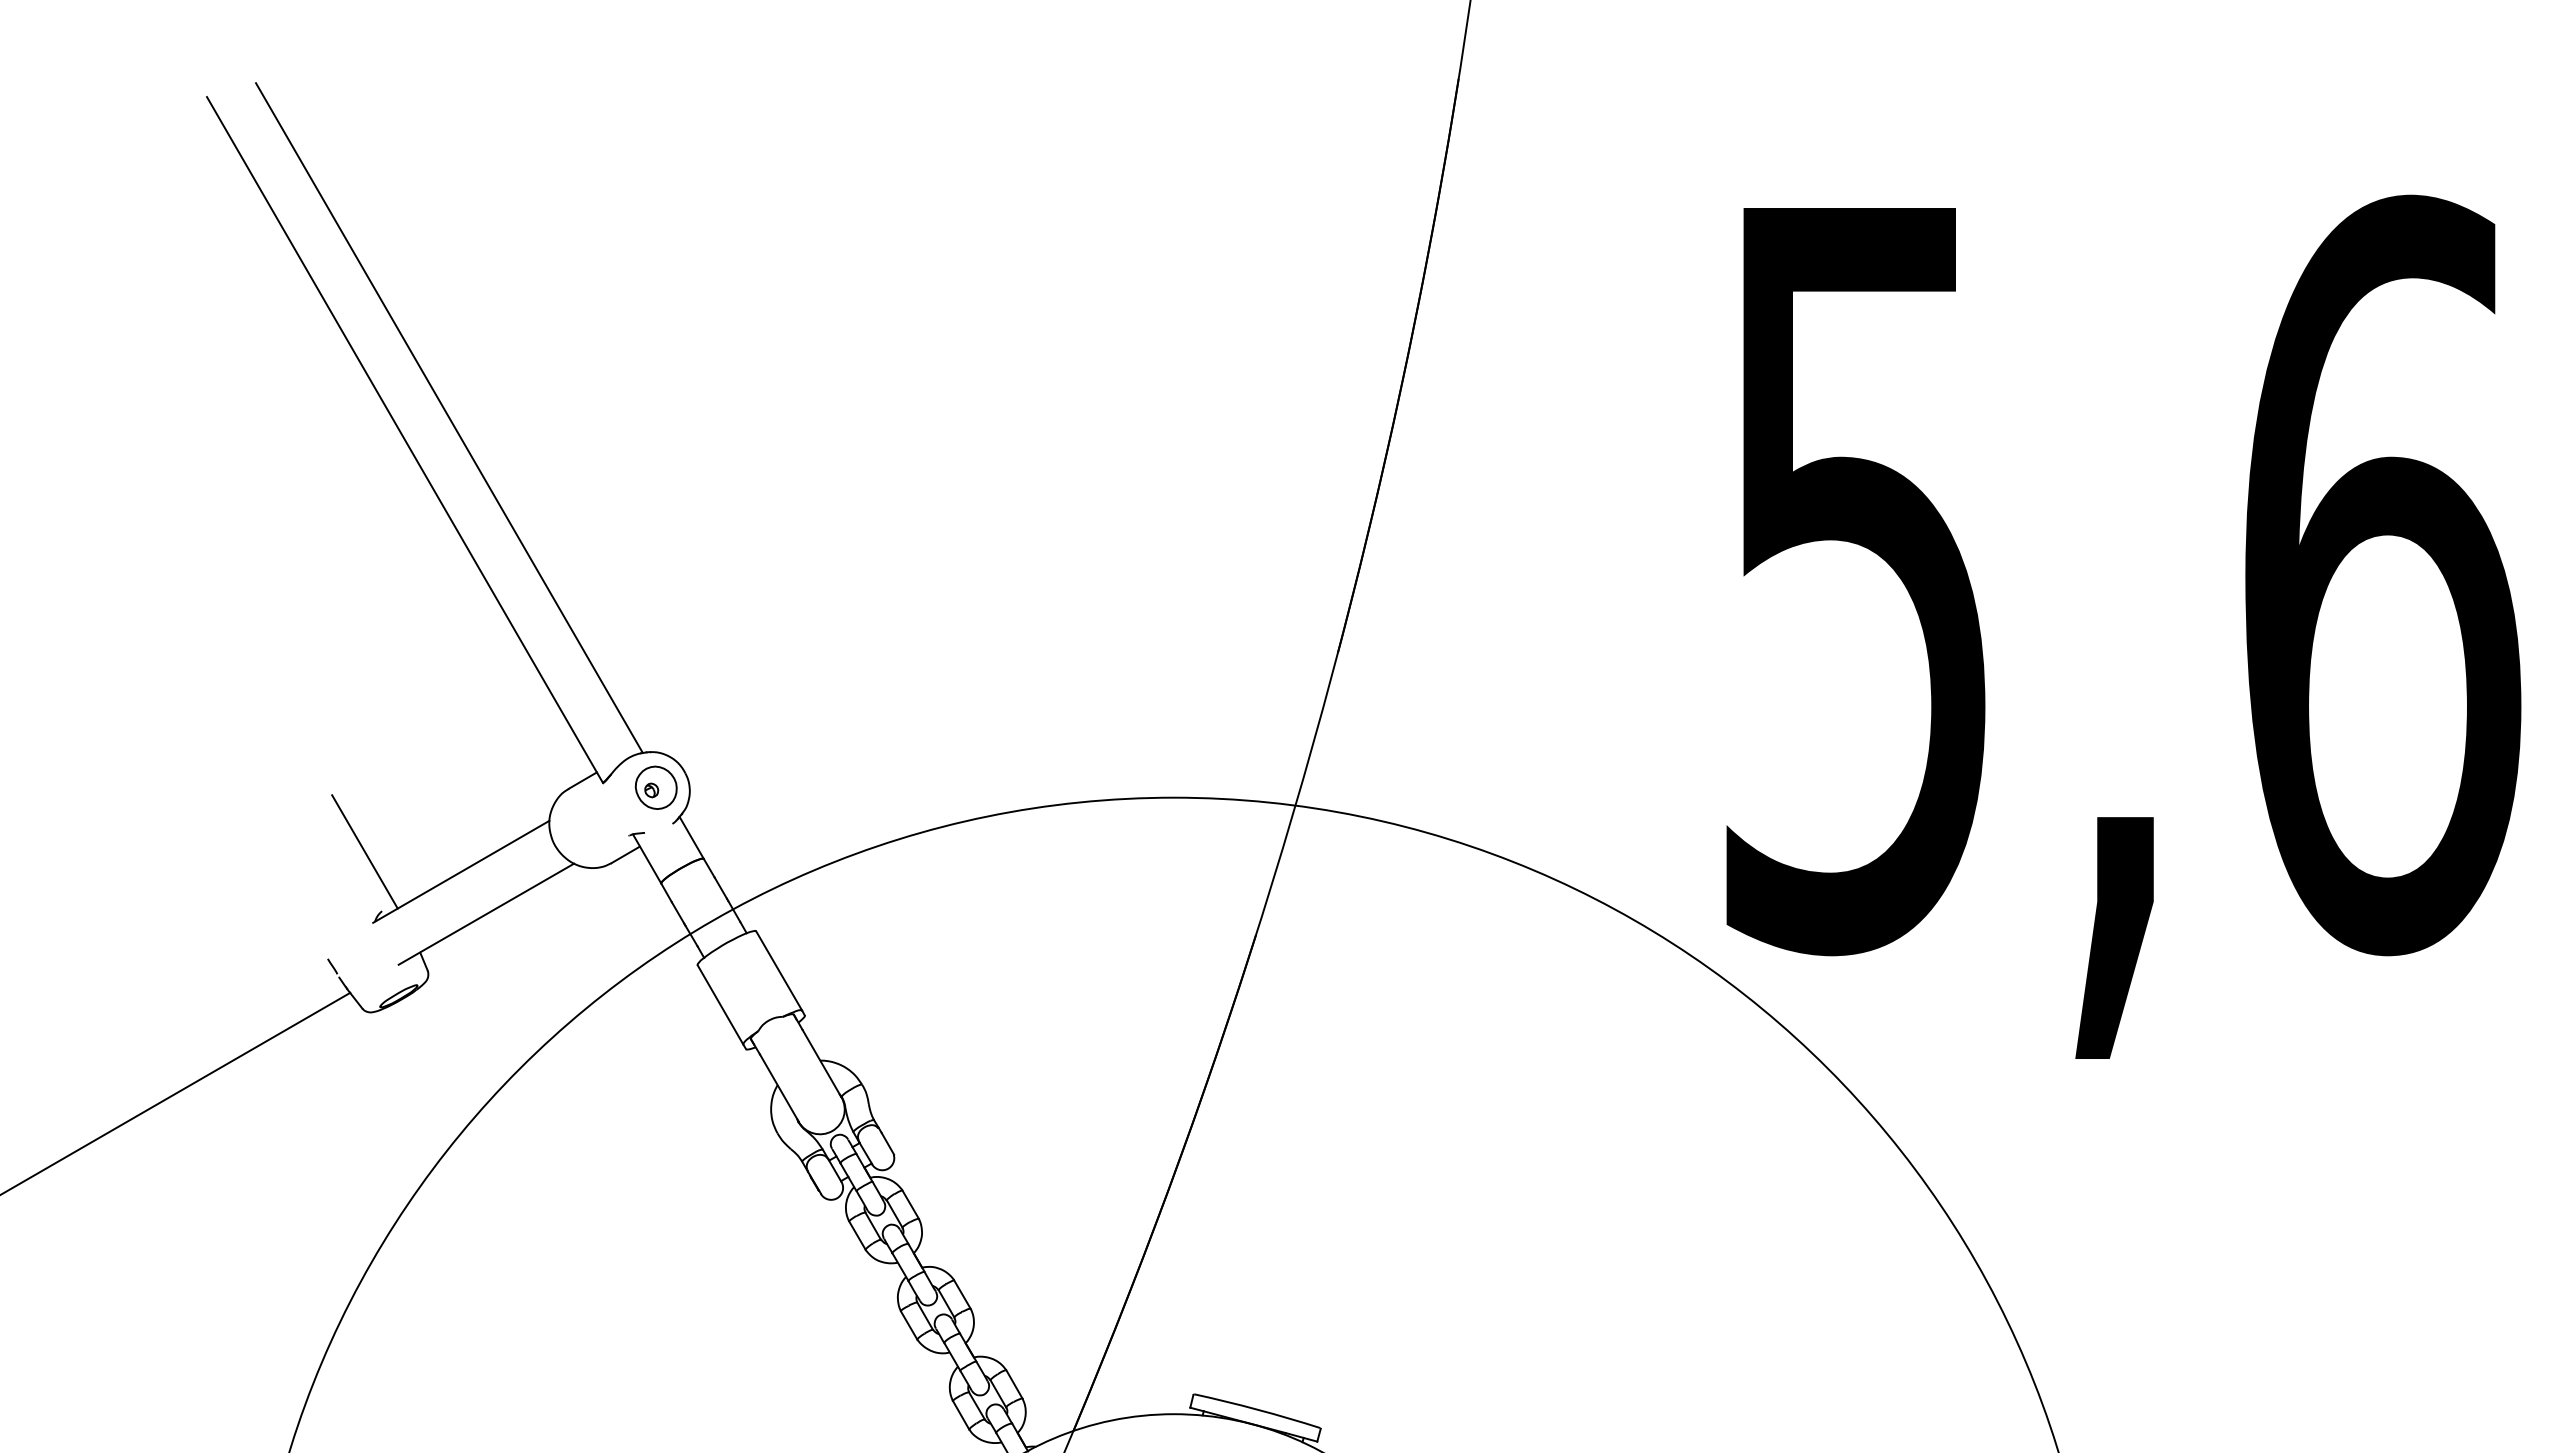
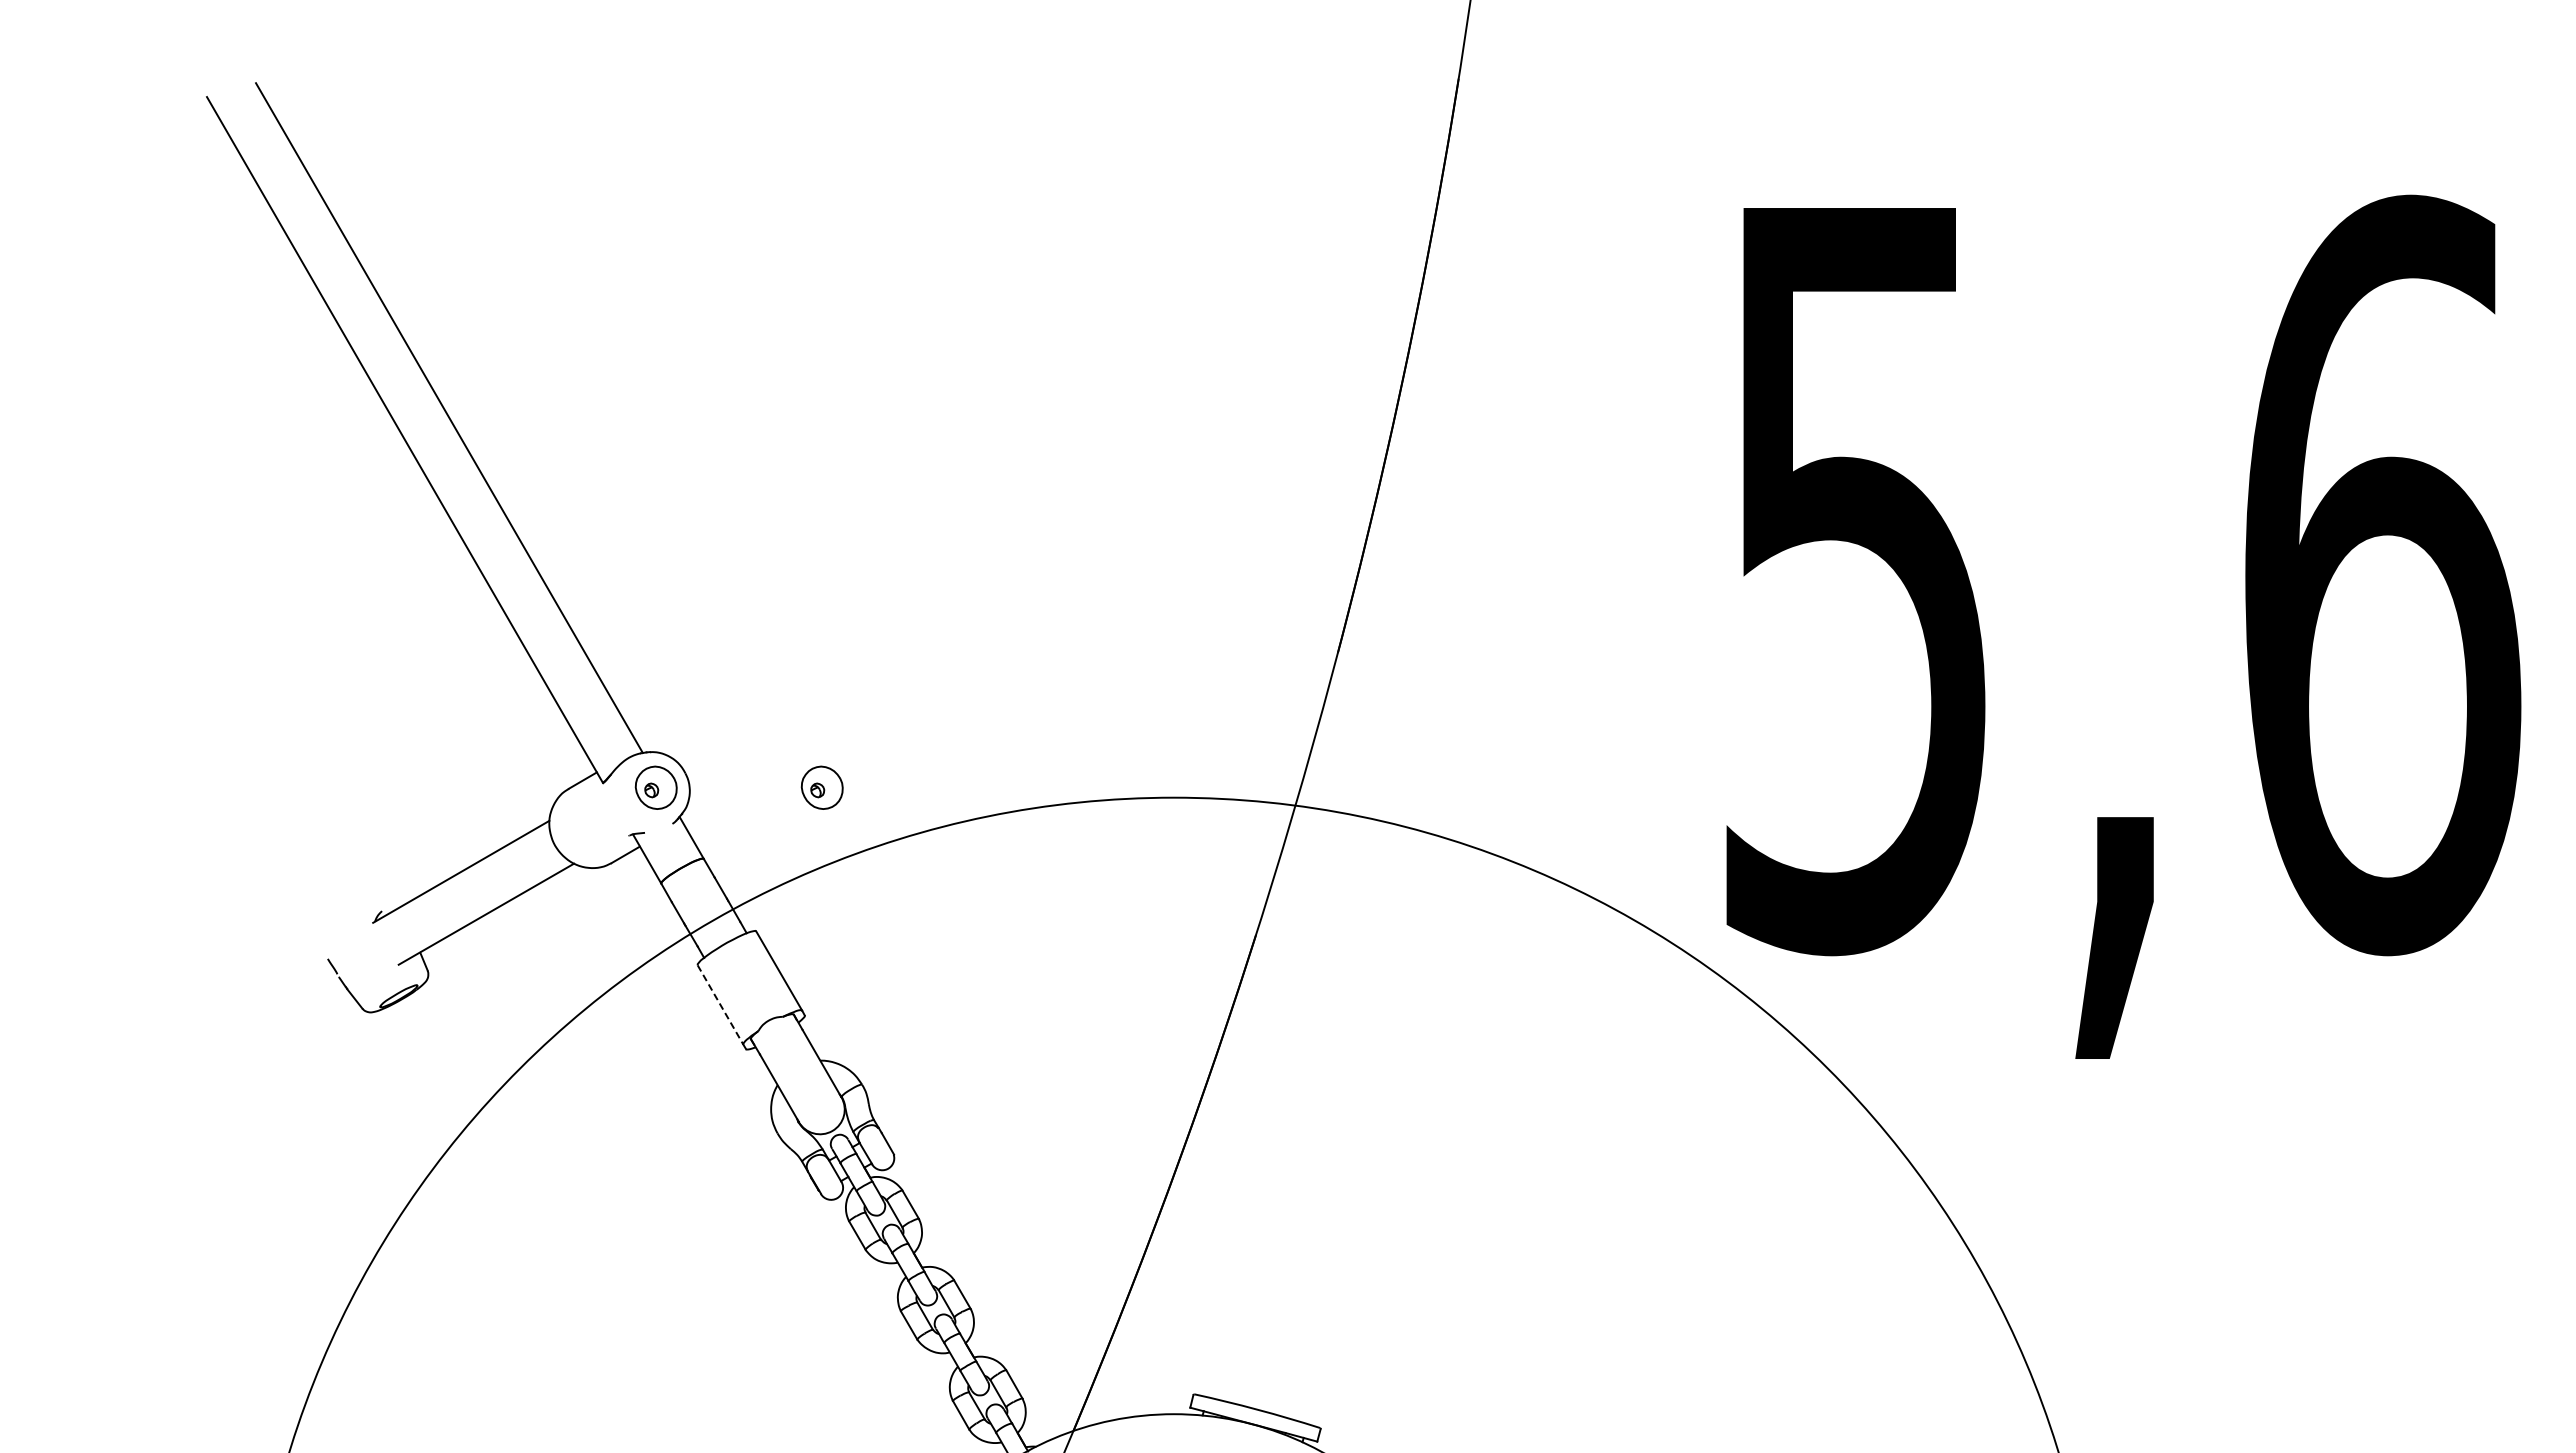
part at (821, 787): none -> present
line at (364, 851): present -> none
line at (720, 1005): solid -> dashed
line at (176, 1093): present -> none
